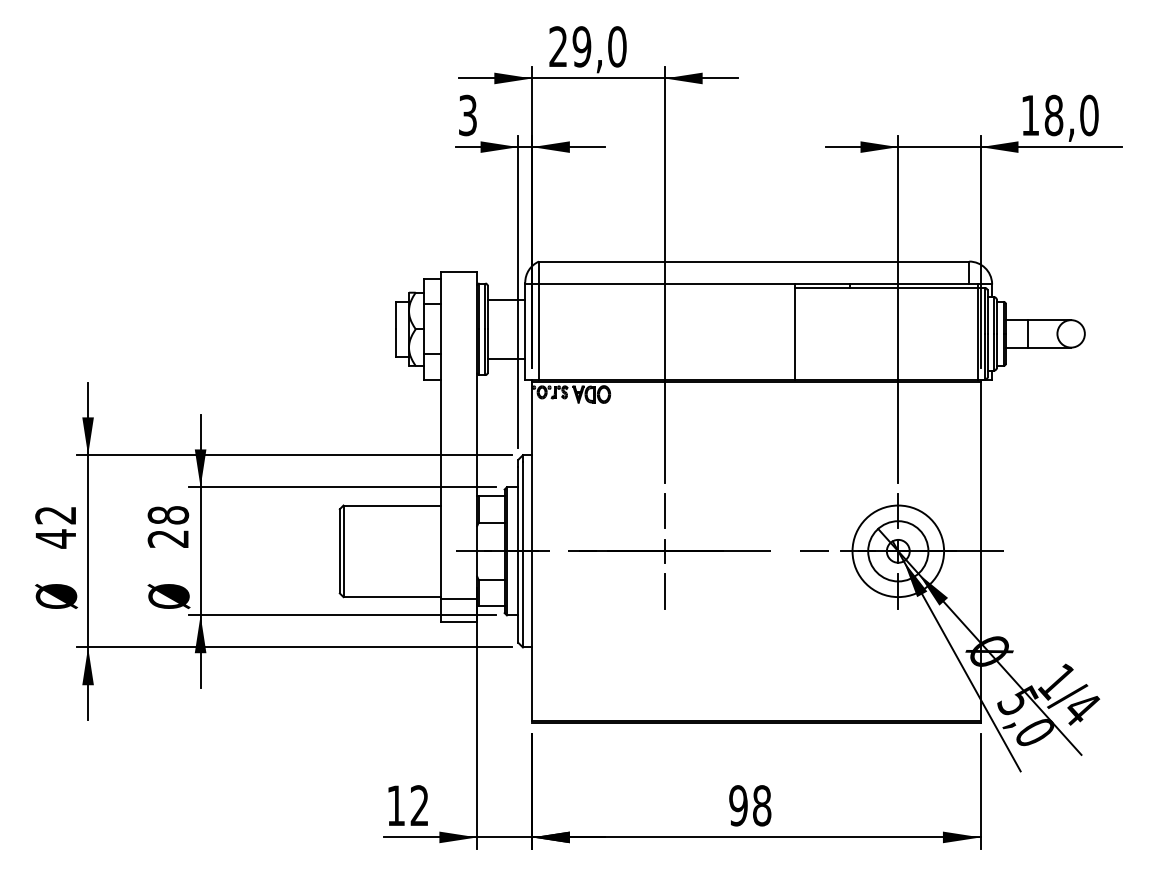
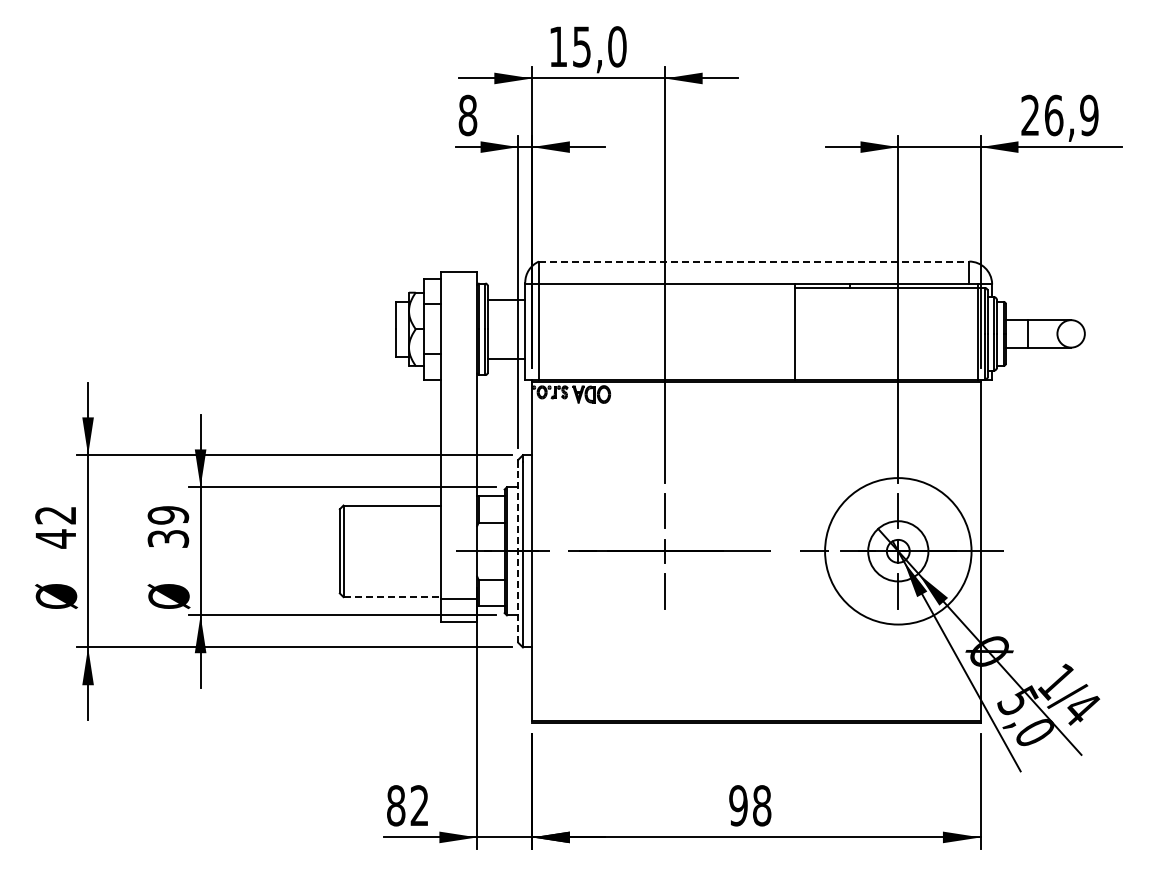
text at (570, 46): 29,0 -> 15,0
text at (467, 115): 3 -> 8
text at (1059, 115): 18,0 -> 26,9
line at (754, 261): solid -> dashed
text at (168, 526): 28 -> 39
circle at (898, 551) diameter: 92 px -> 146 px
line at (518, 554): solid -> dashed
line at (392, 597): solid -> dashed
text at (396, 805): 12 -> 82
